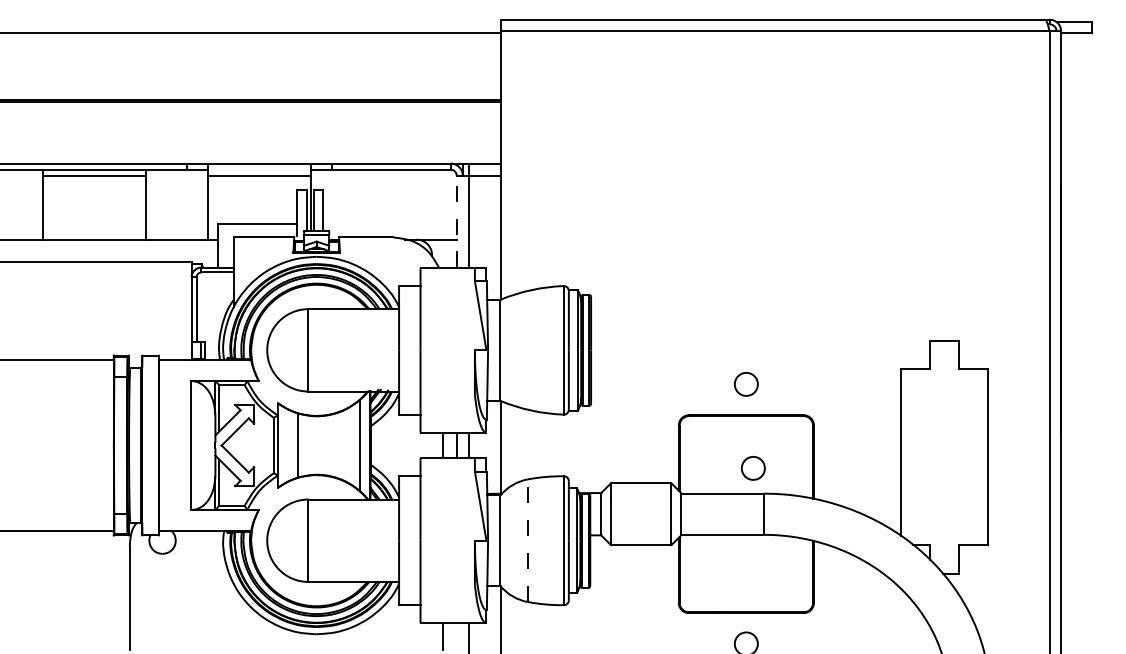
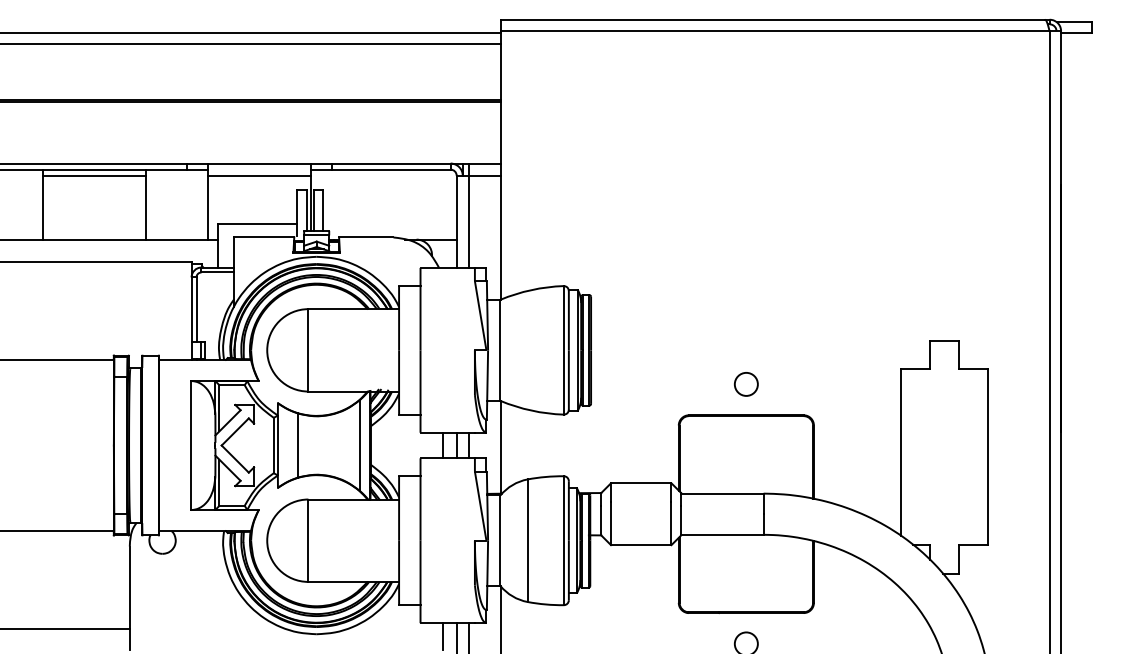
line at (251, 44): none -> present
line at (456, 221): dashed -> solid
circle at (753, 468): present -> none
line at (527, 540): dashed -> solid
line at (65, 629): none -> present
line at (456, 636): none -> present
